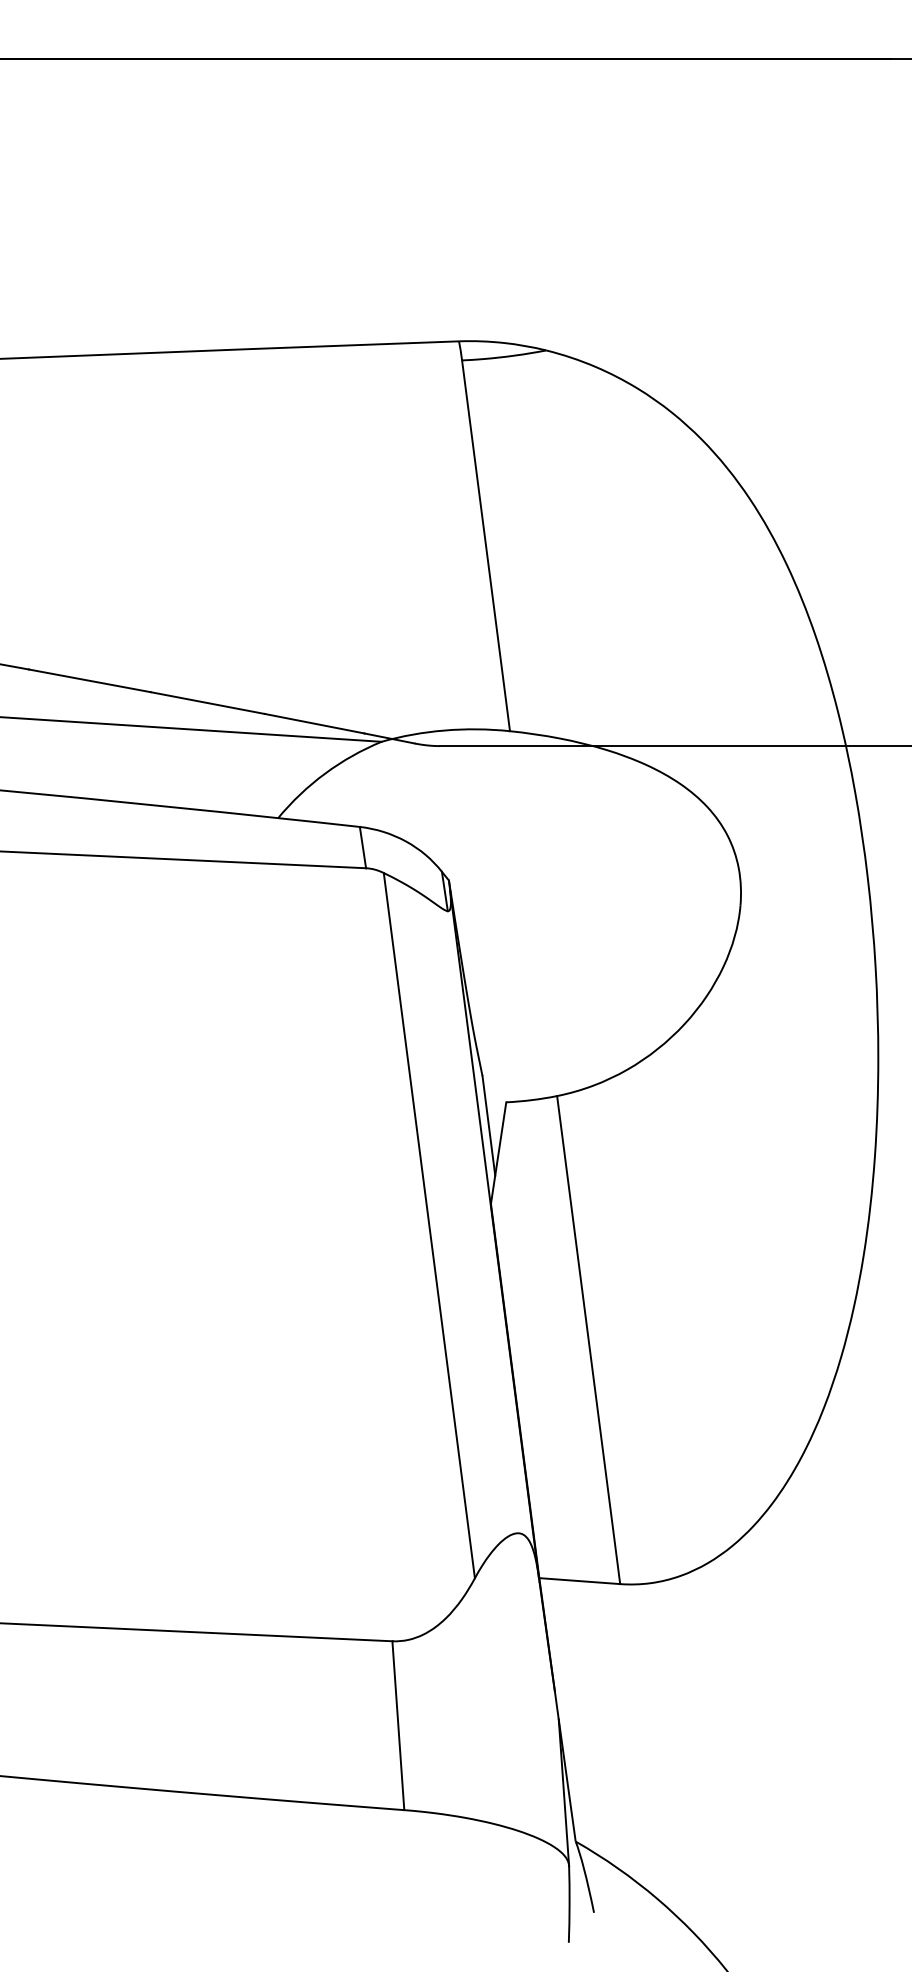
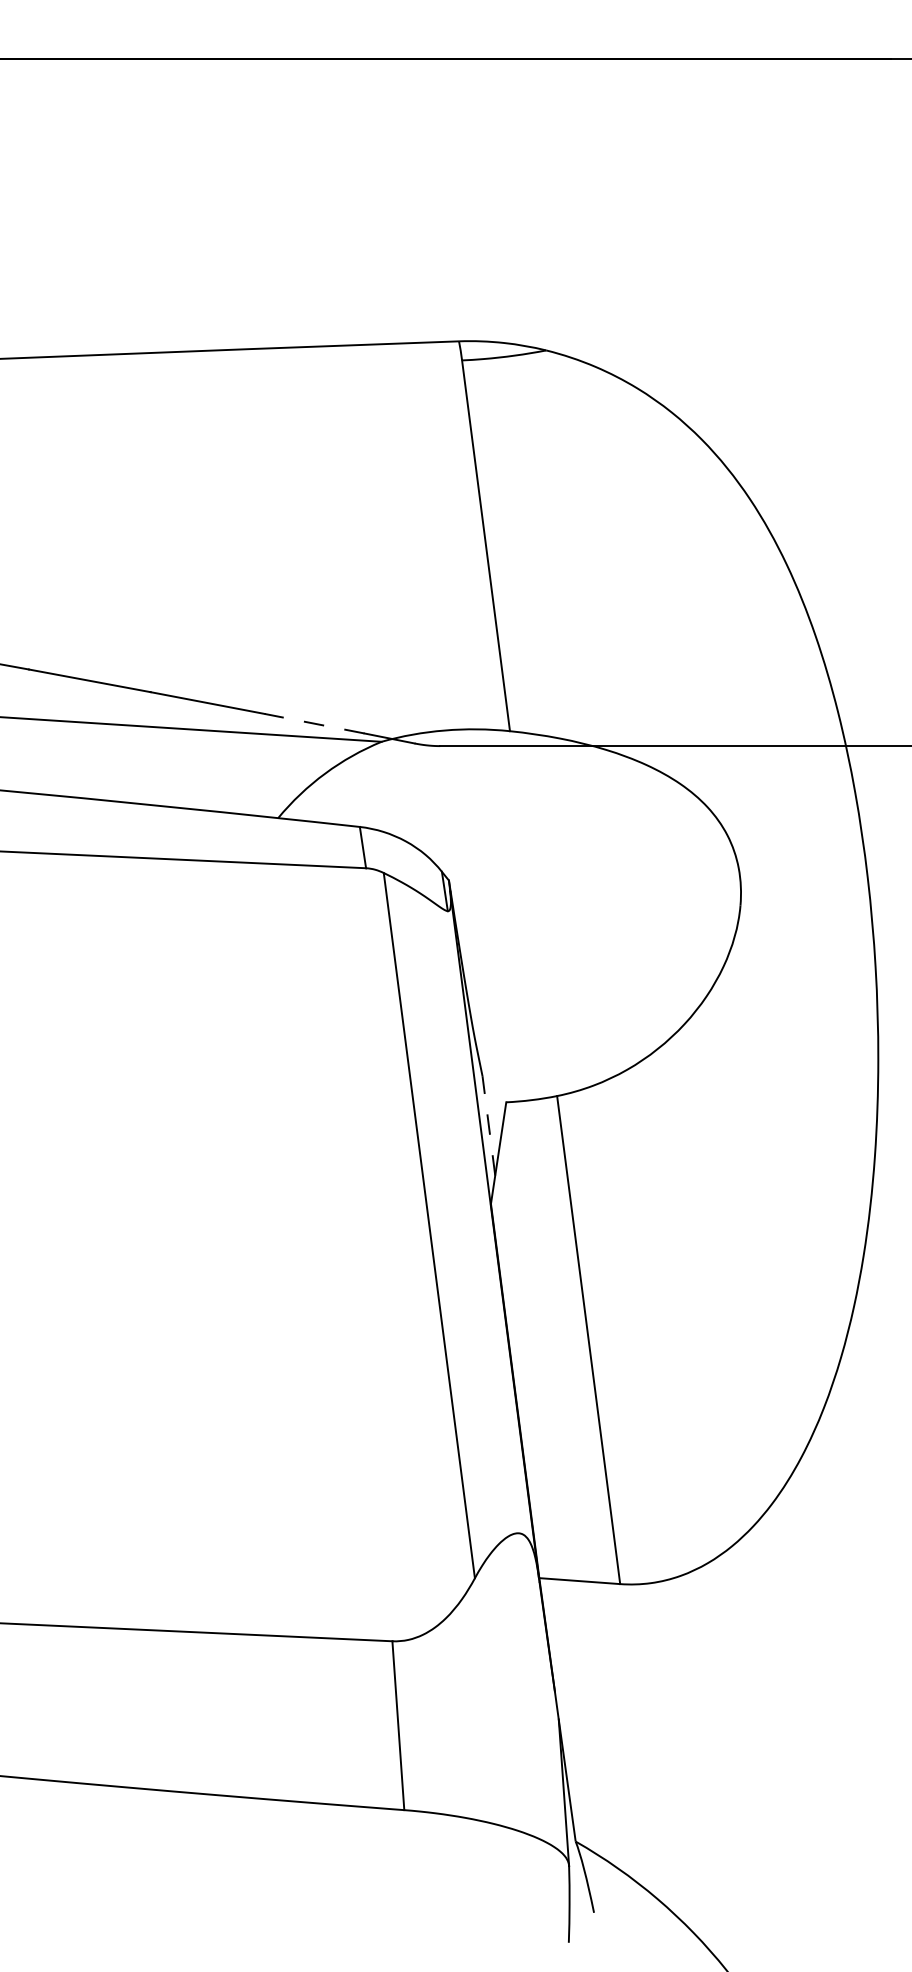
line at (314, 723): solid -> dashed
line at (488, 1125): solid -> dashed
